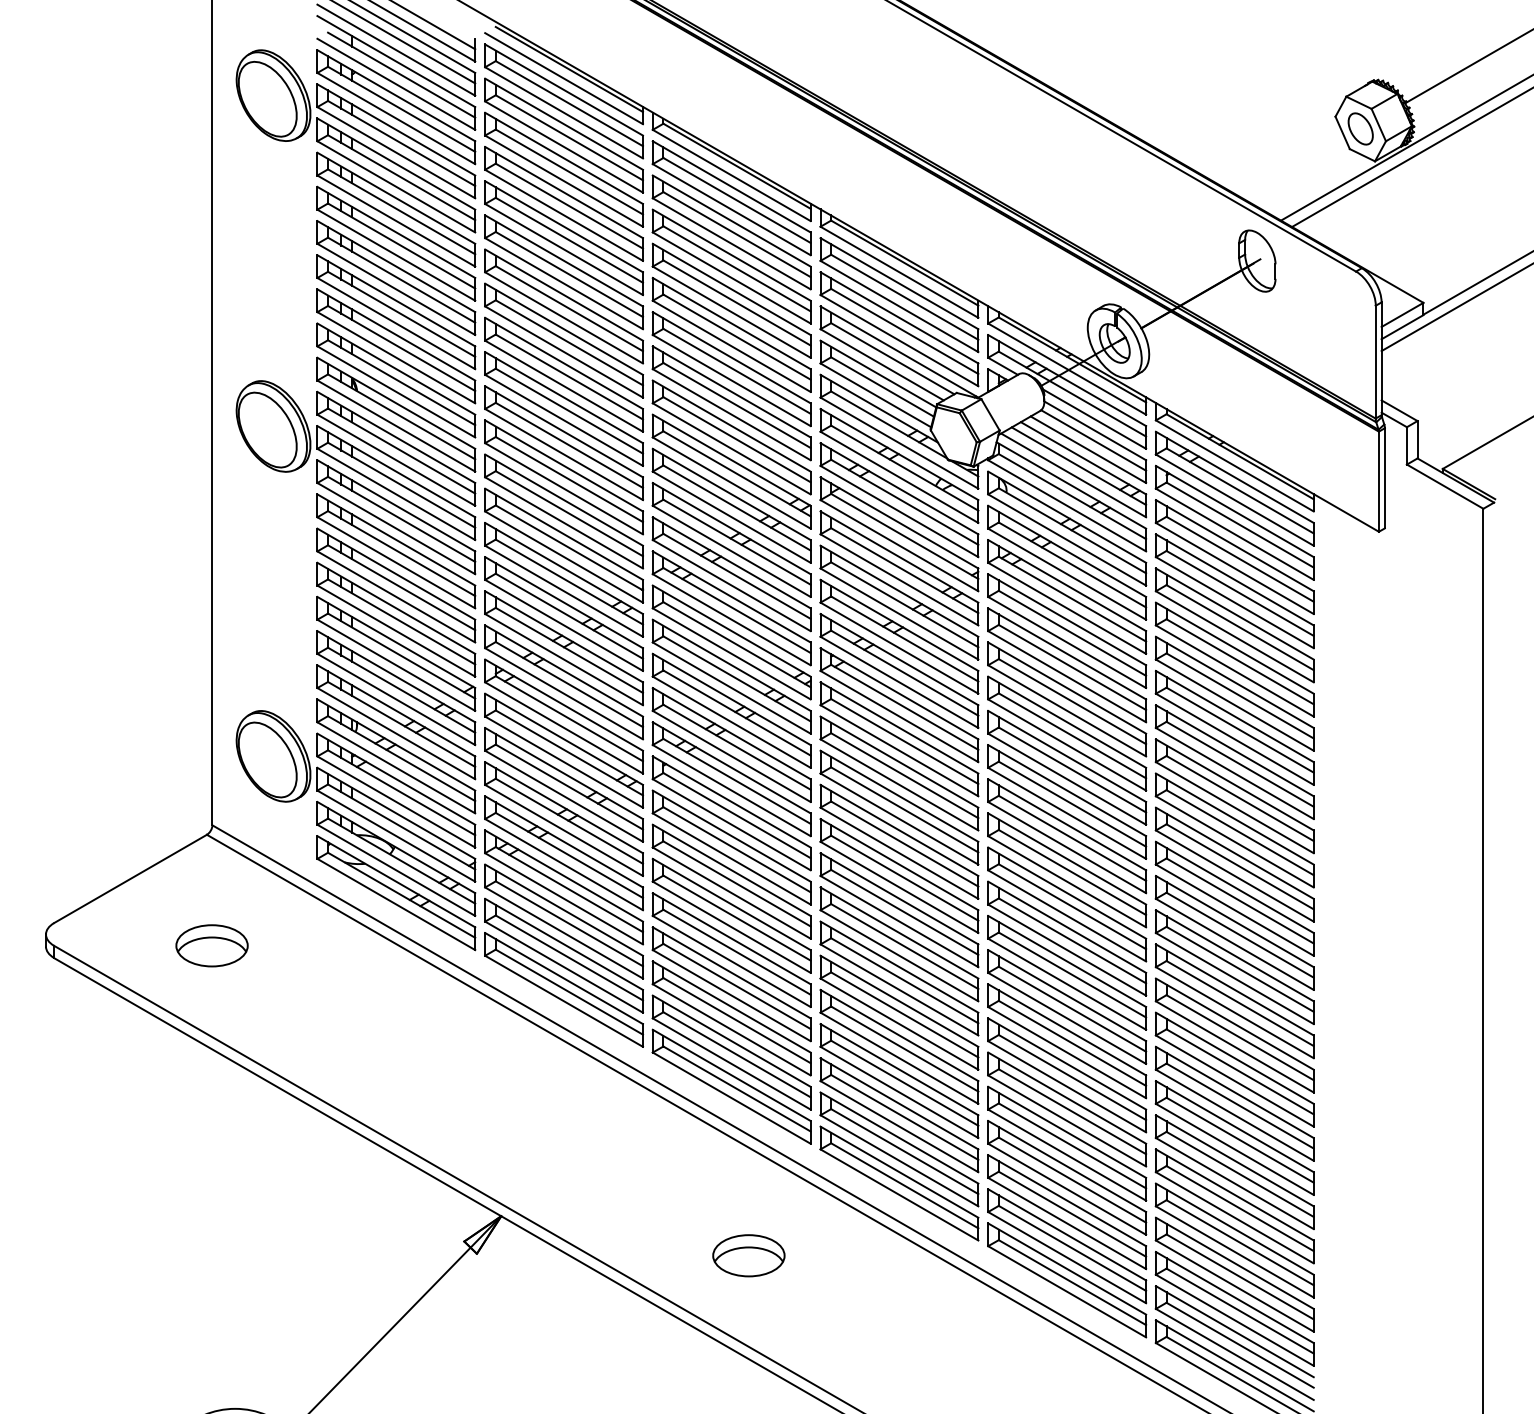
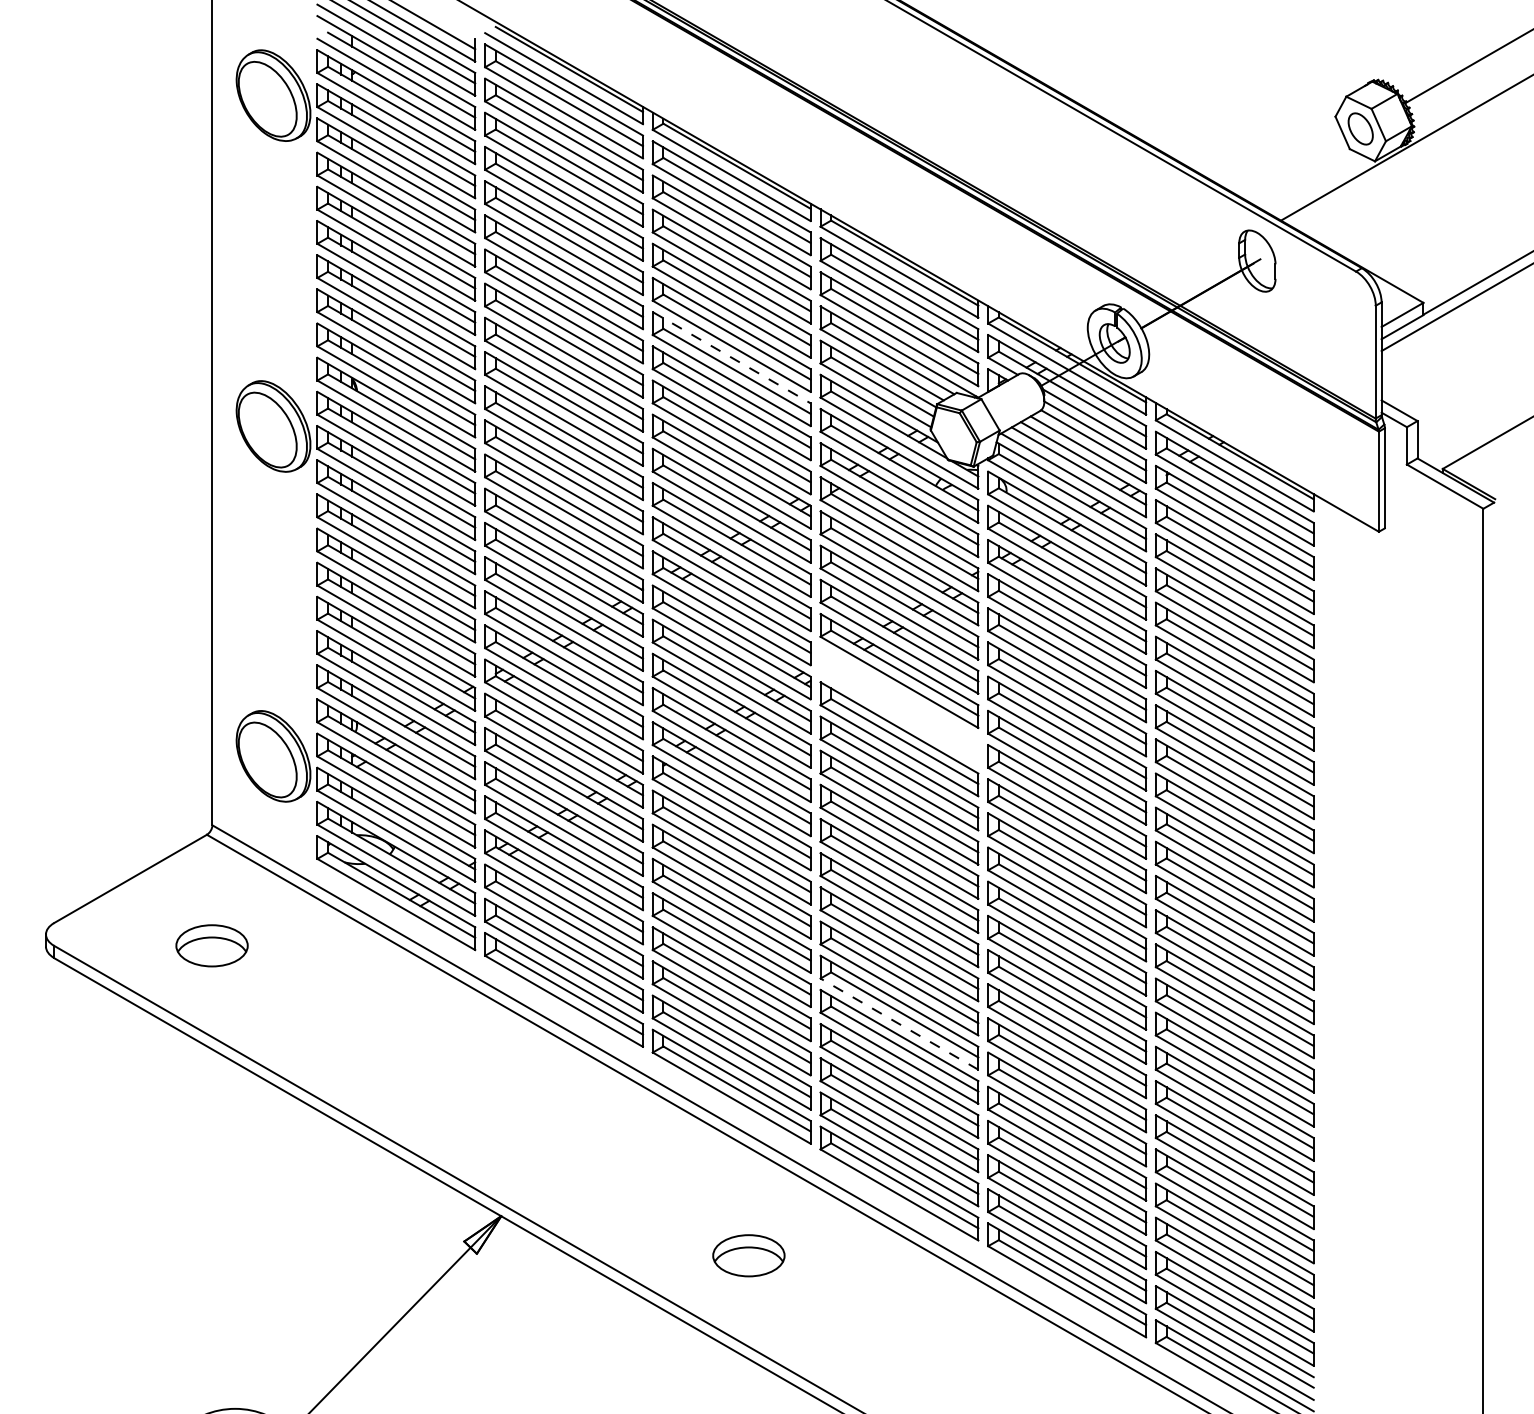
line at (1411, 157): present -> none
line at (732, 357): solid -> dashed
part at (899, 705): present -> none
line at (899, 1023): solid -> dashed
